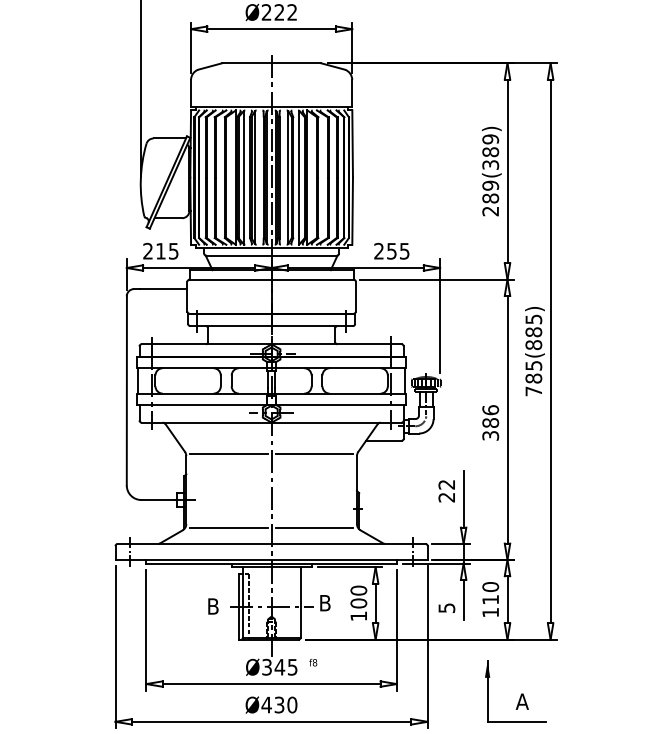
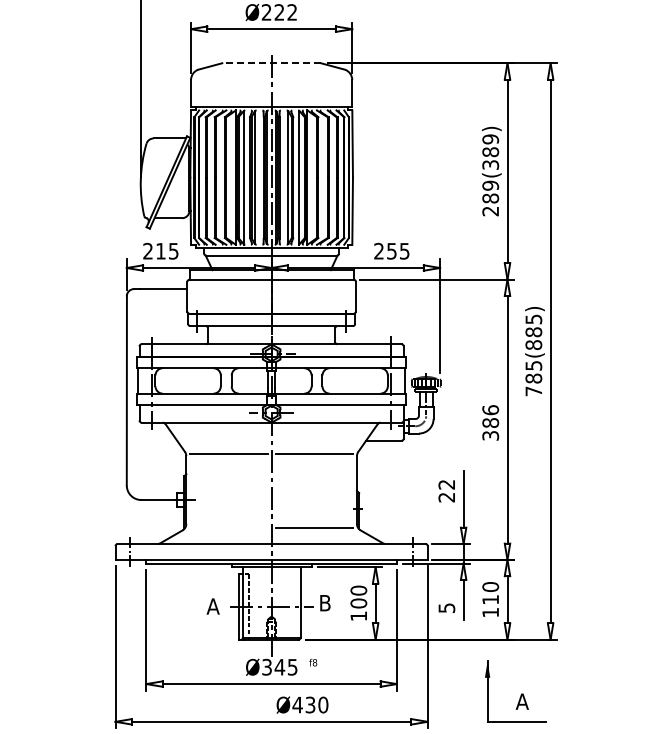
line at (271, 63): solid -> dashed
line at (228, 527): present -> none
text at (212, 606): B -> A
text at (271, 704) position: (271, 704) -> (302, 704)
